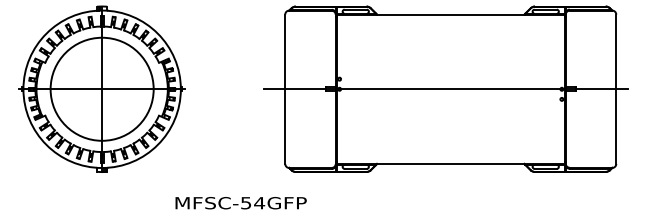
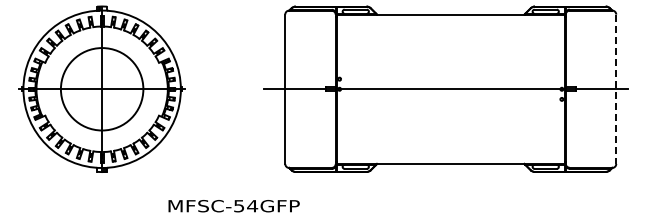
circle at (101, 88) diameter: 103 px -> 82 px
line at (616, 89): solid -> dashed
text at (240, 203) position: (240, 203) -> (233, 206)
